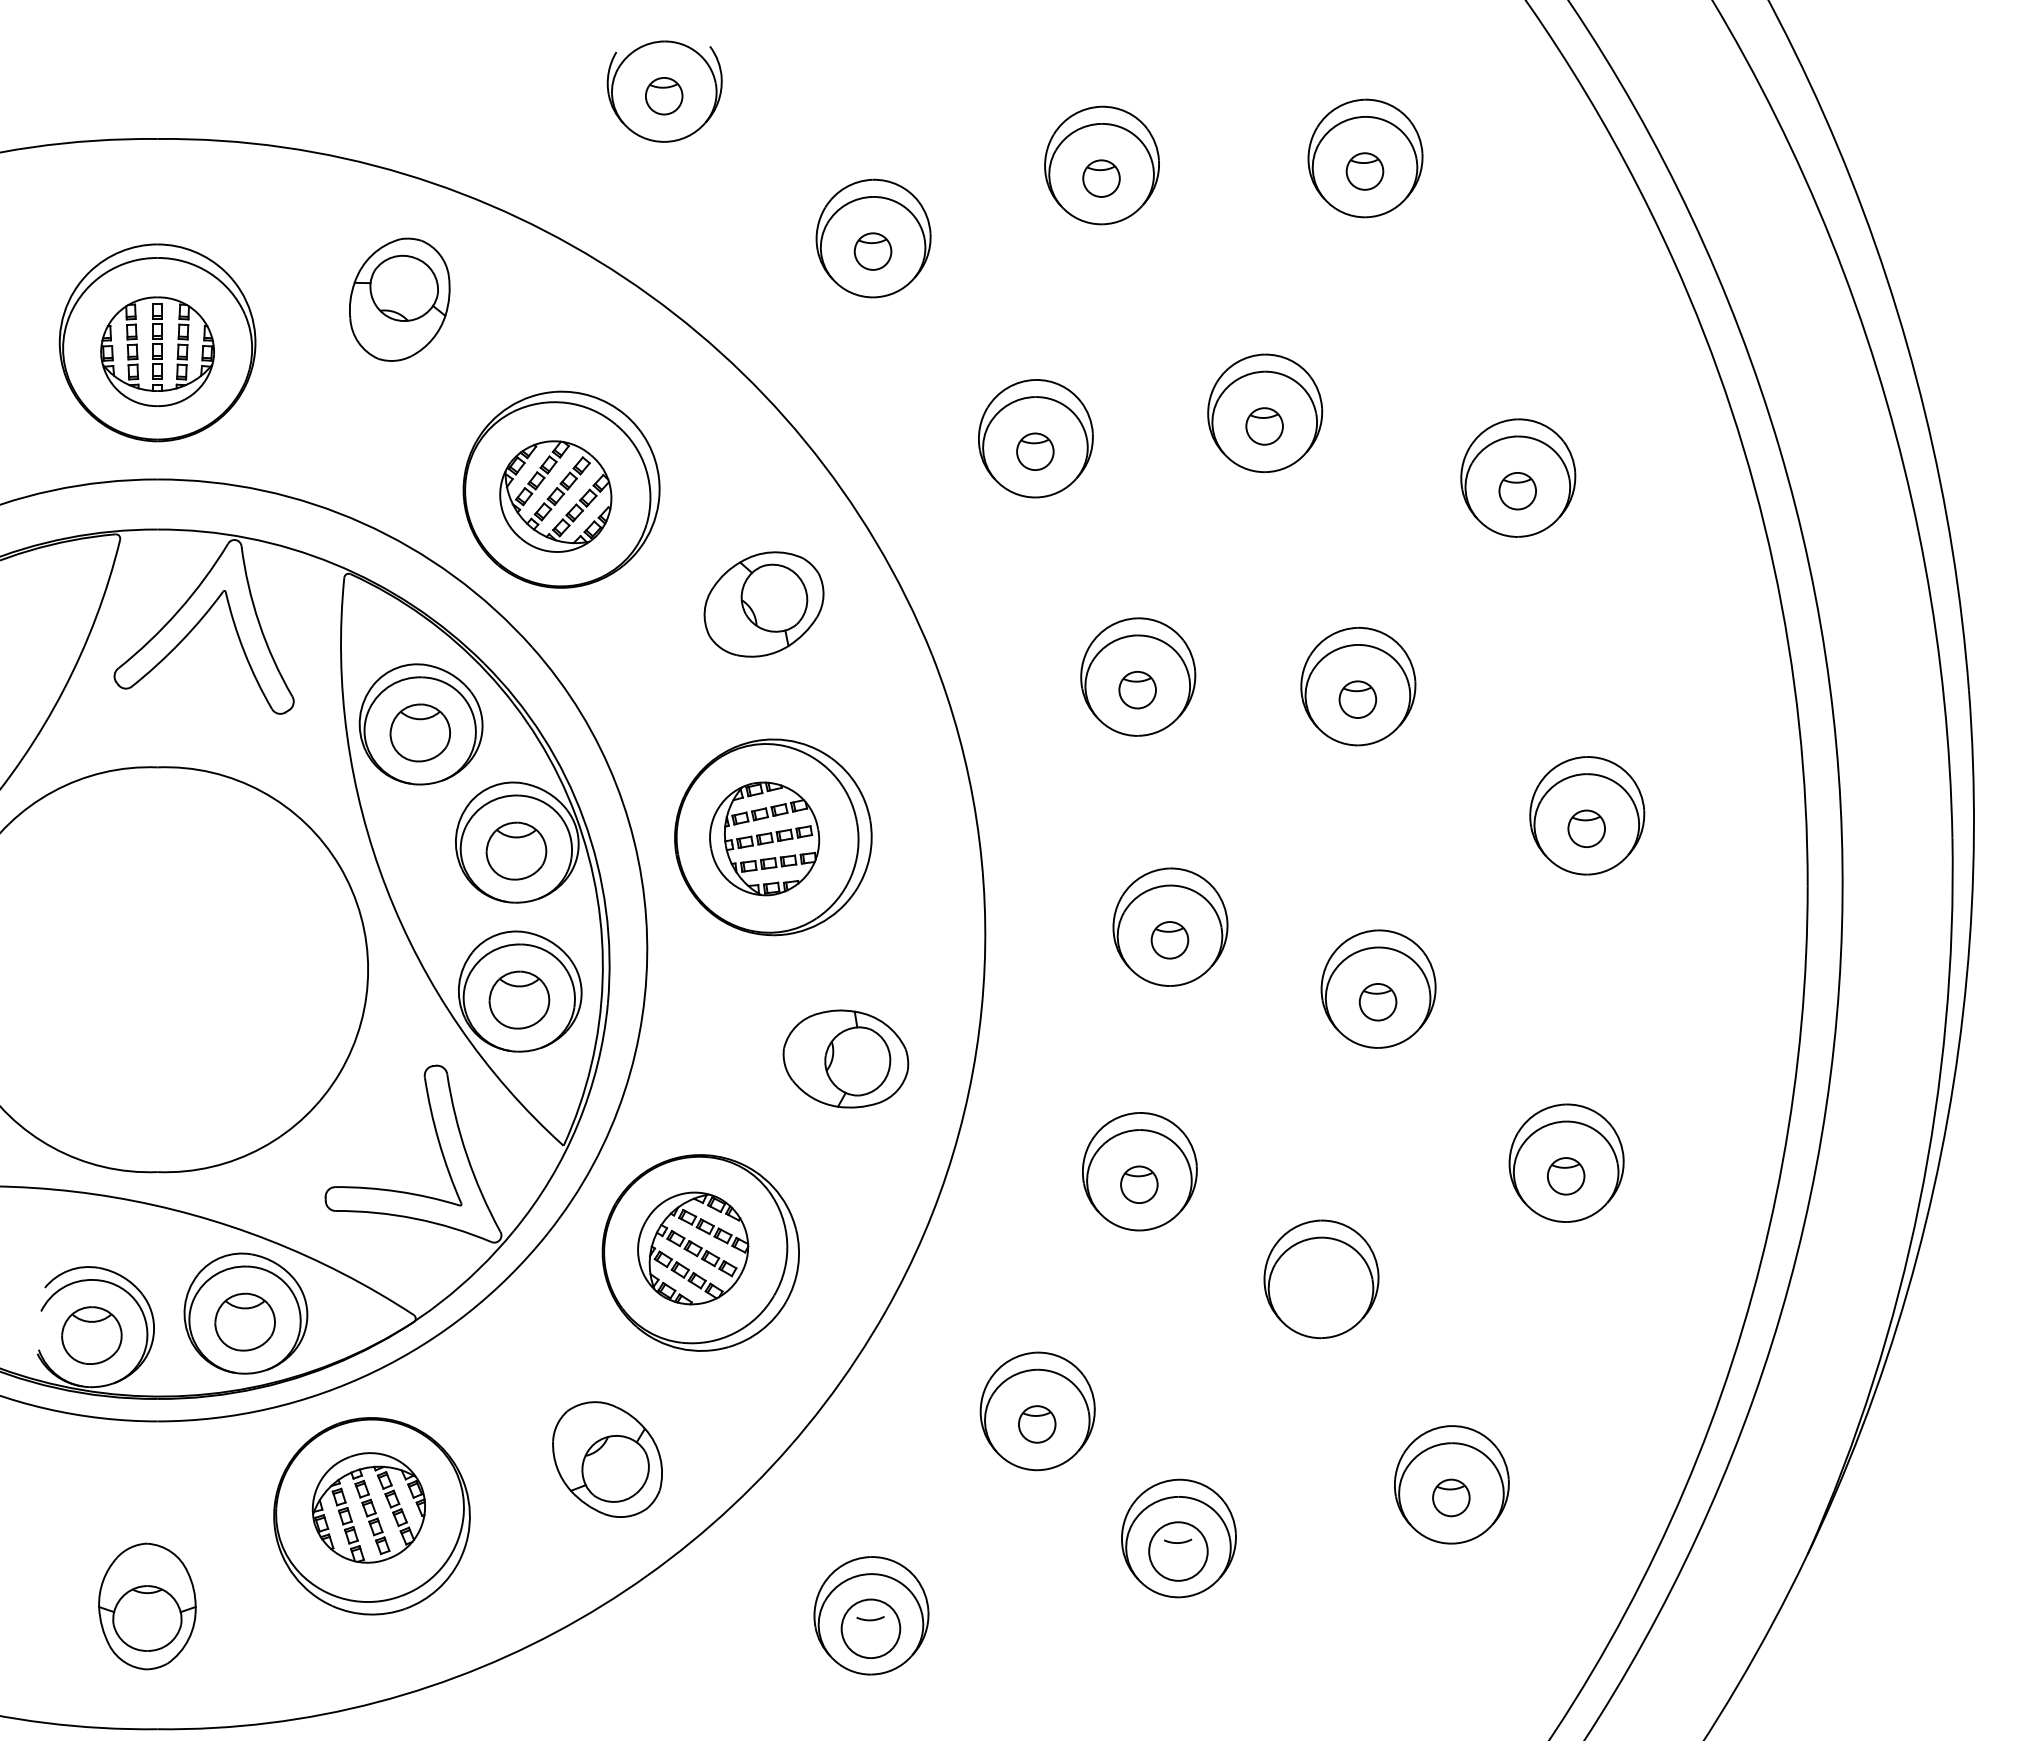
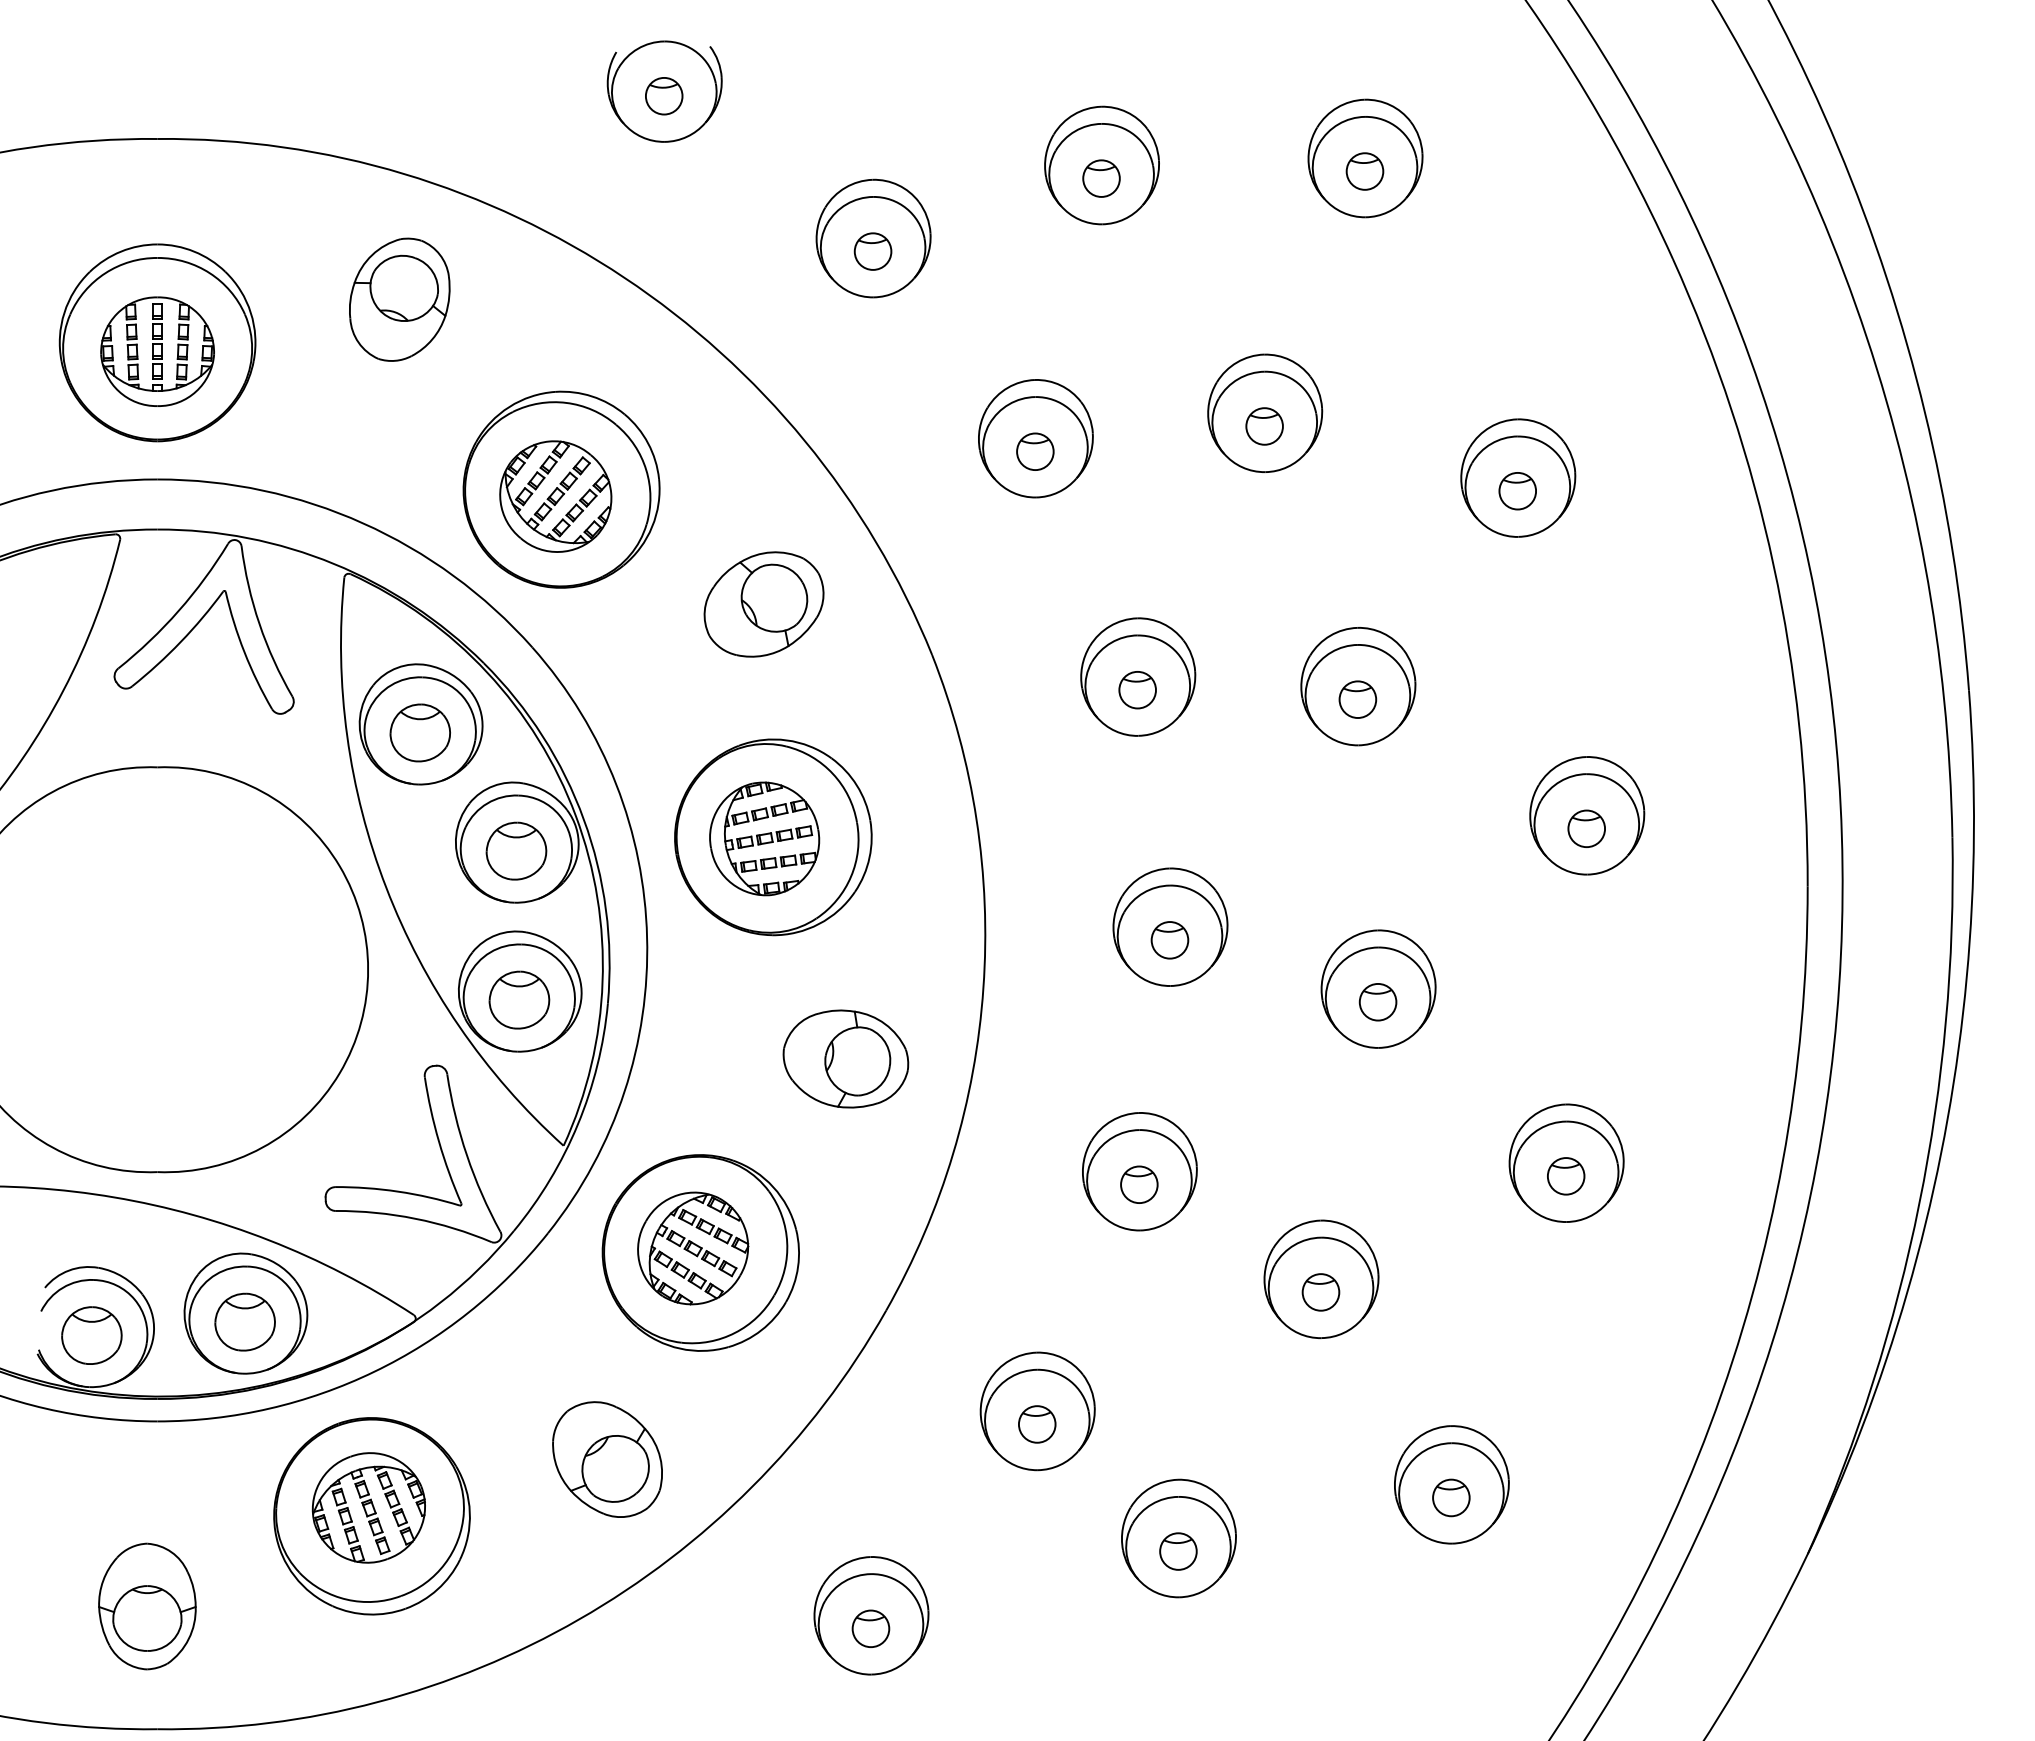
part at (1320, 1292): none -> present
circle at (1178, 1551) diameter: 59 px -> 37 px
circle at (870, 1628) diameter: 59 px -> 37 px
